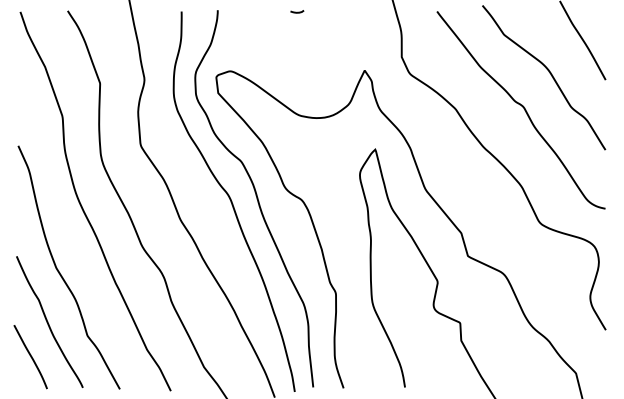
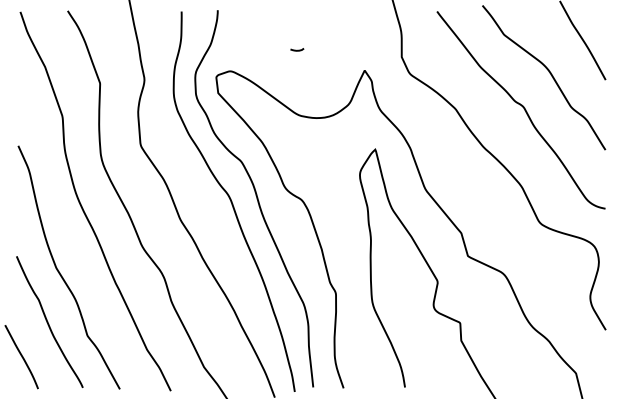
curve at (297, 11) position: (297, 11) -> (297, 49)
curve at (30, 357) position: (30, 357) -> (21, 357)
